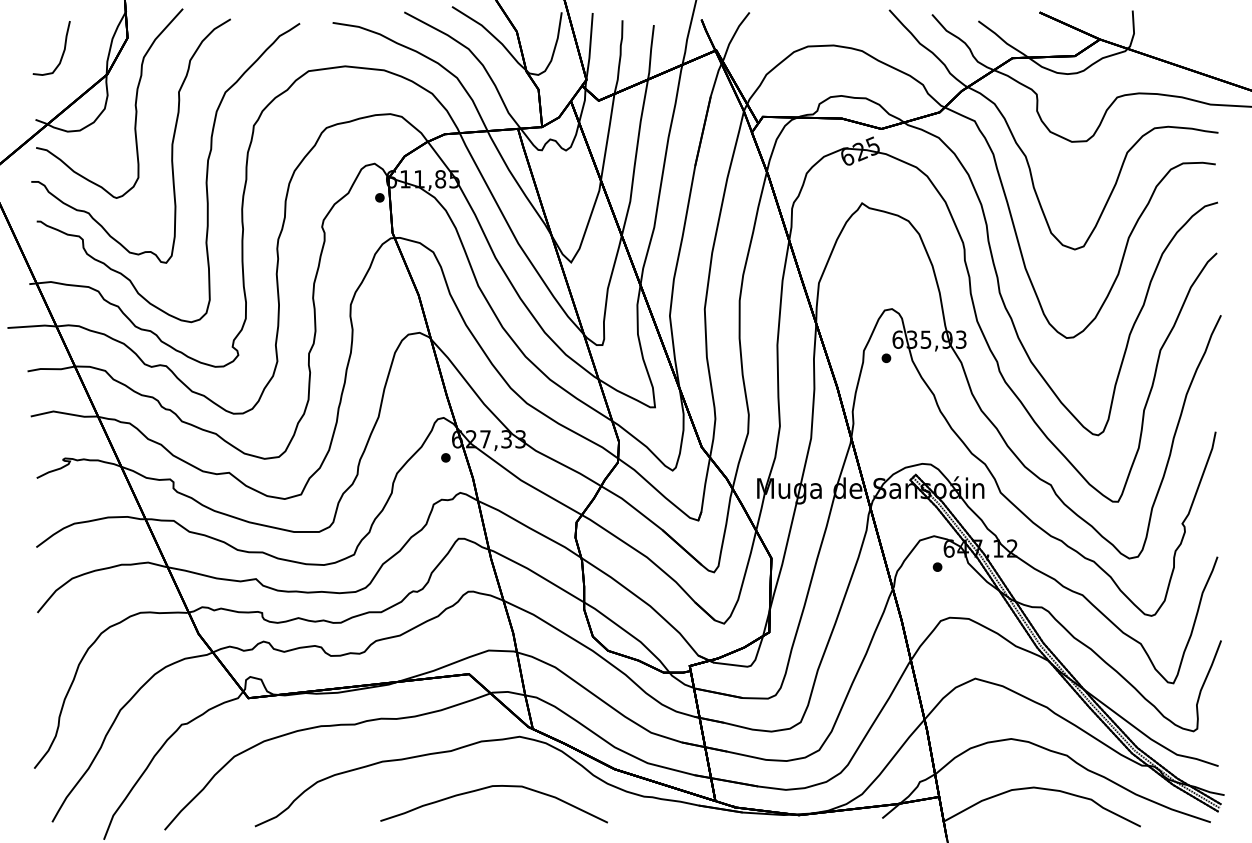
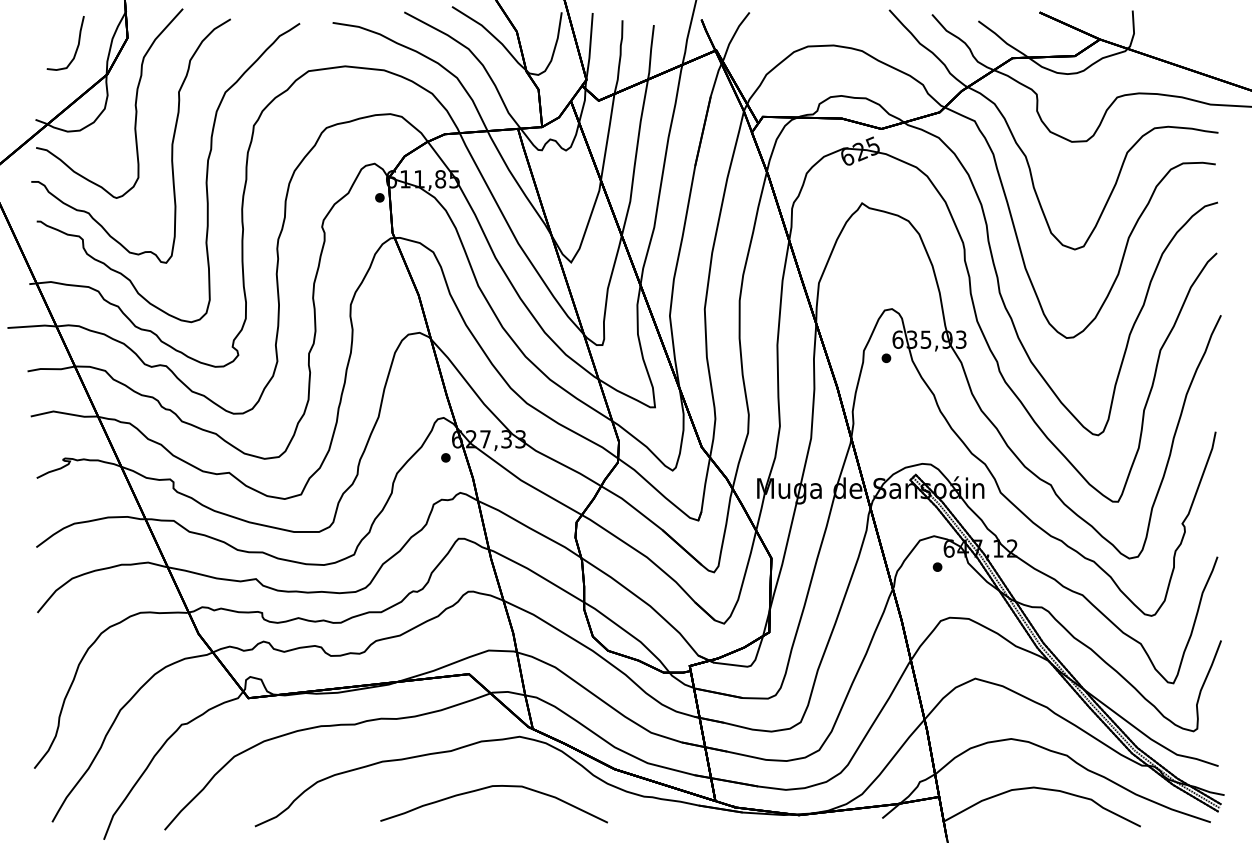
part at (62, 52) position: (62, 52) -> (76, 47)
